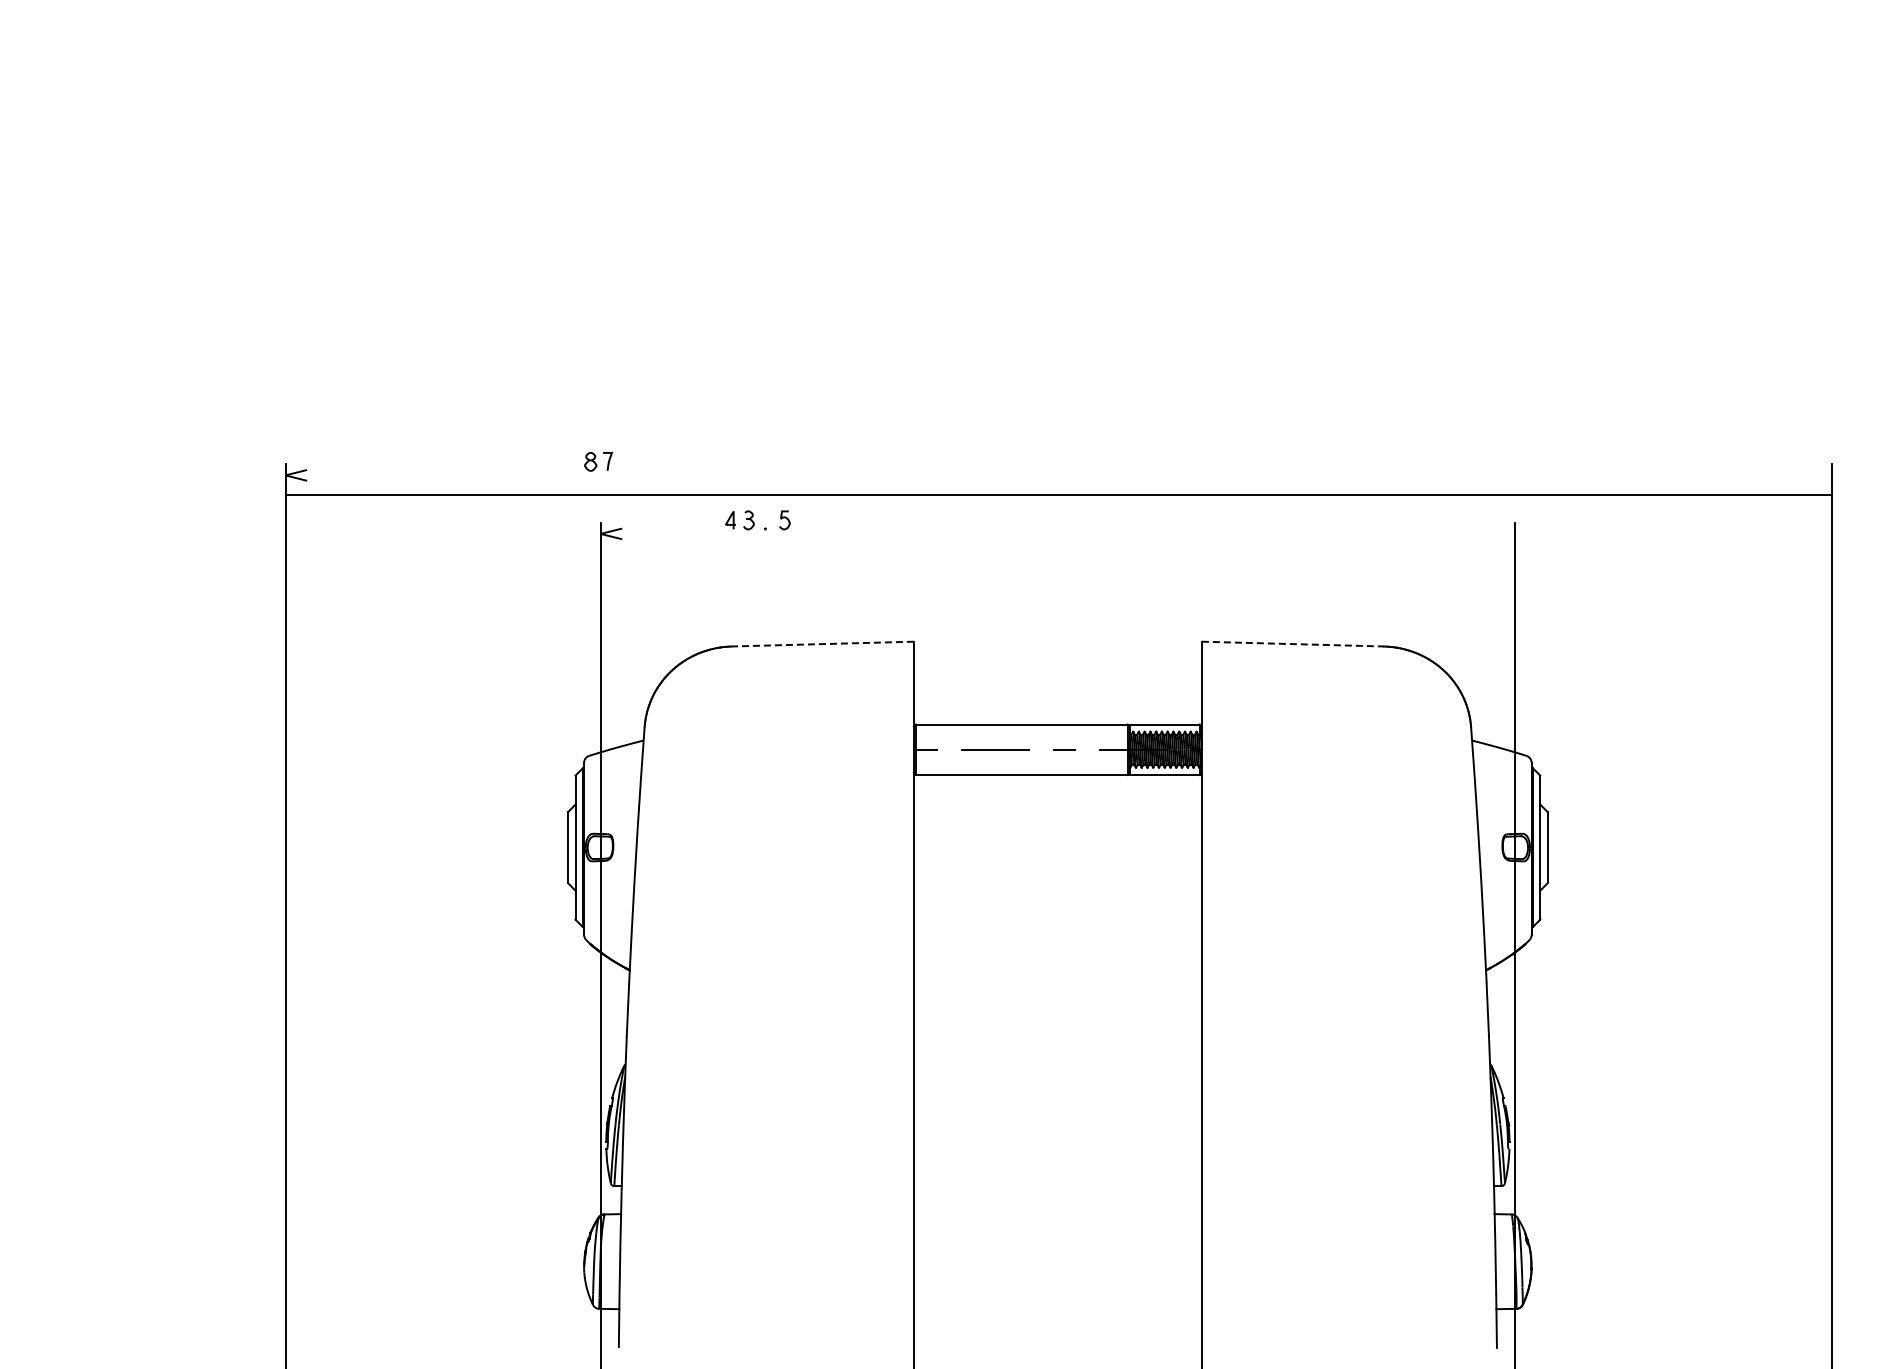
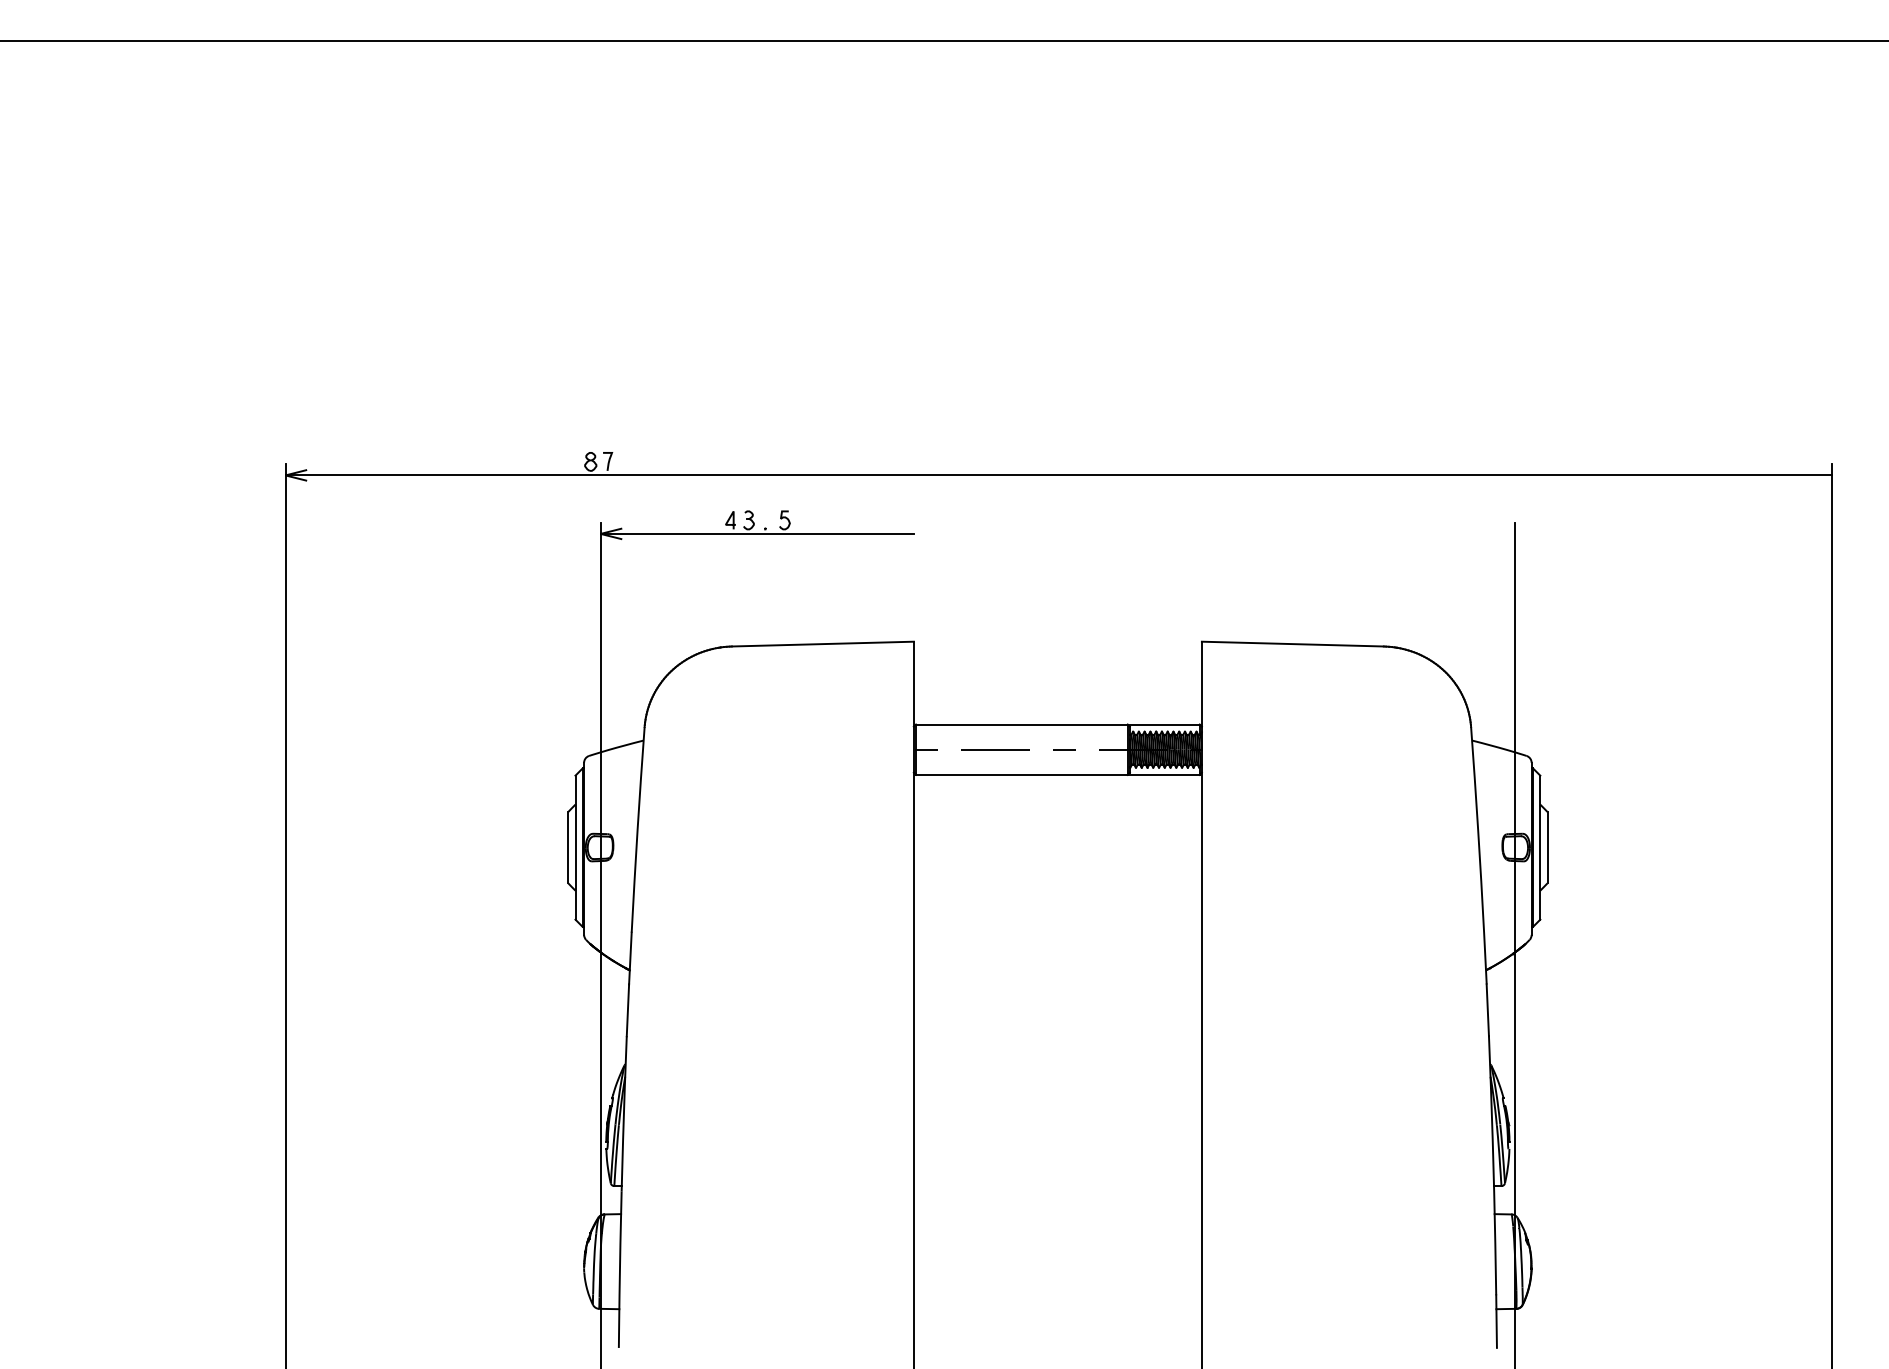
line at (943, 41): none -> present
line at (1058, 495) position: (1058, 495) -> (1058, 475)
line at (756, 533): none -> present
line at (822, 644): dashed -> solid
line at (1293, 644): dashed -> solid
